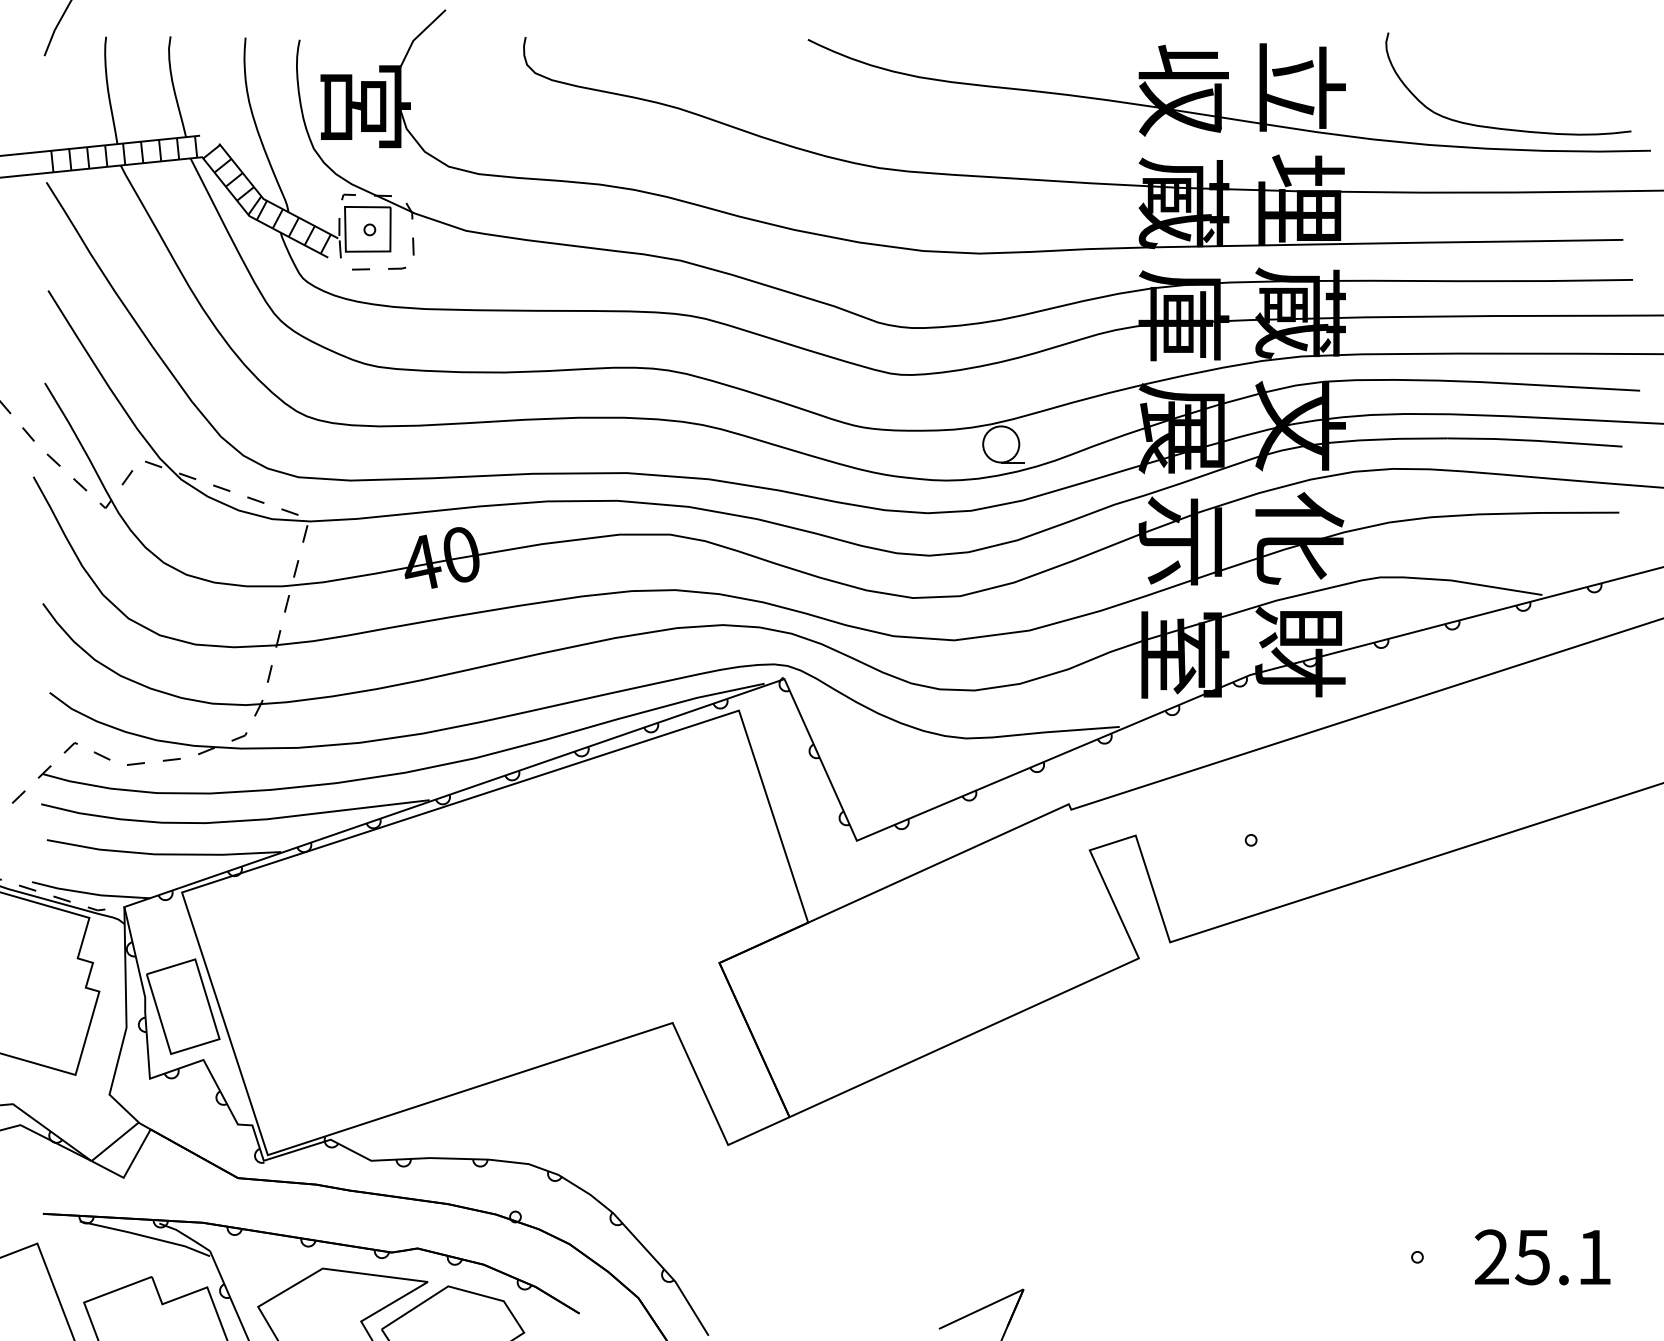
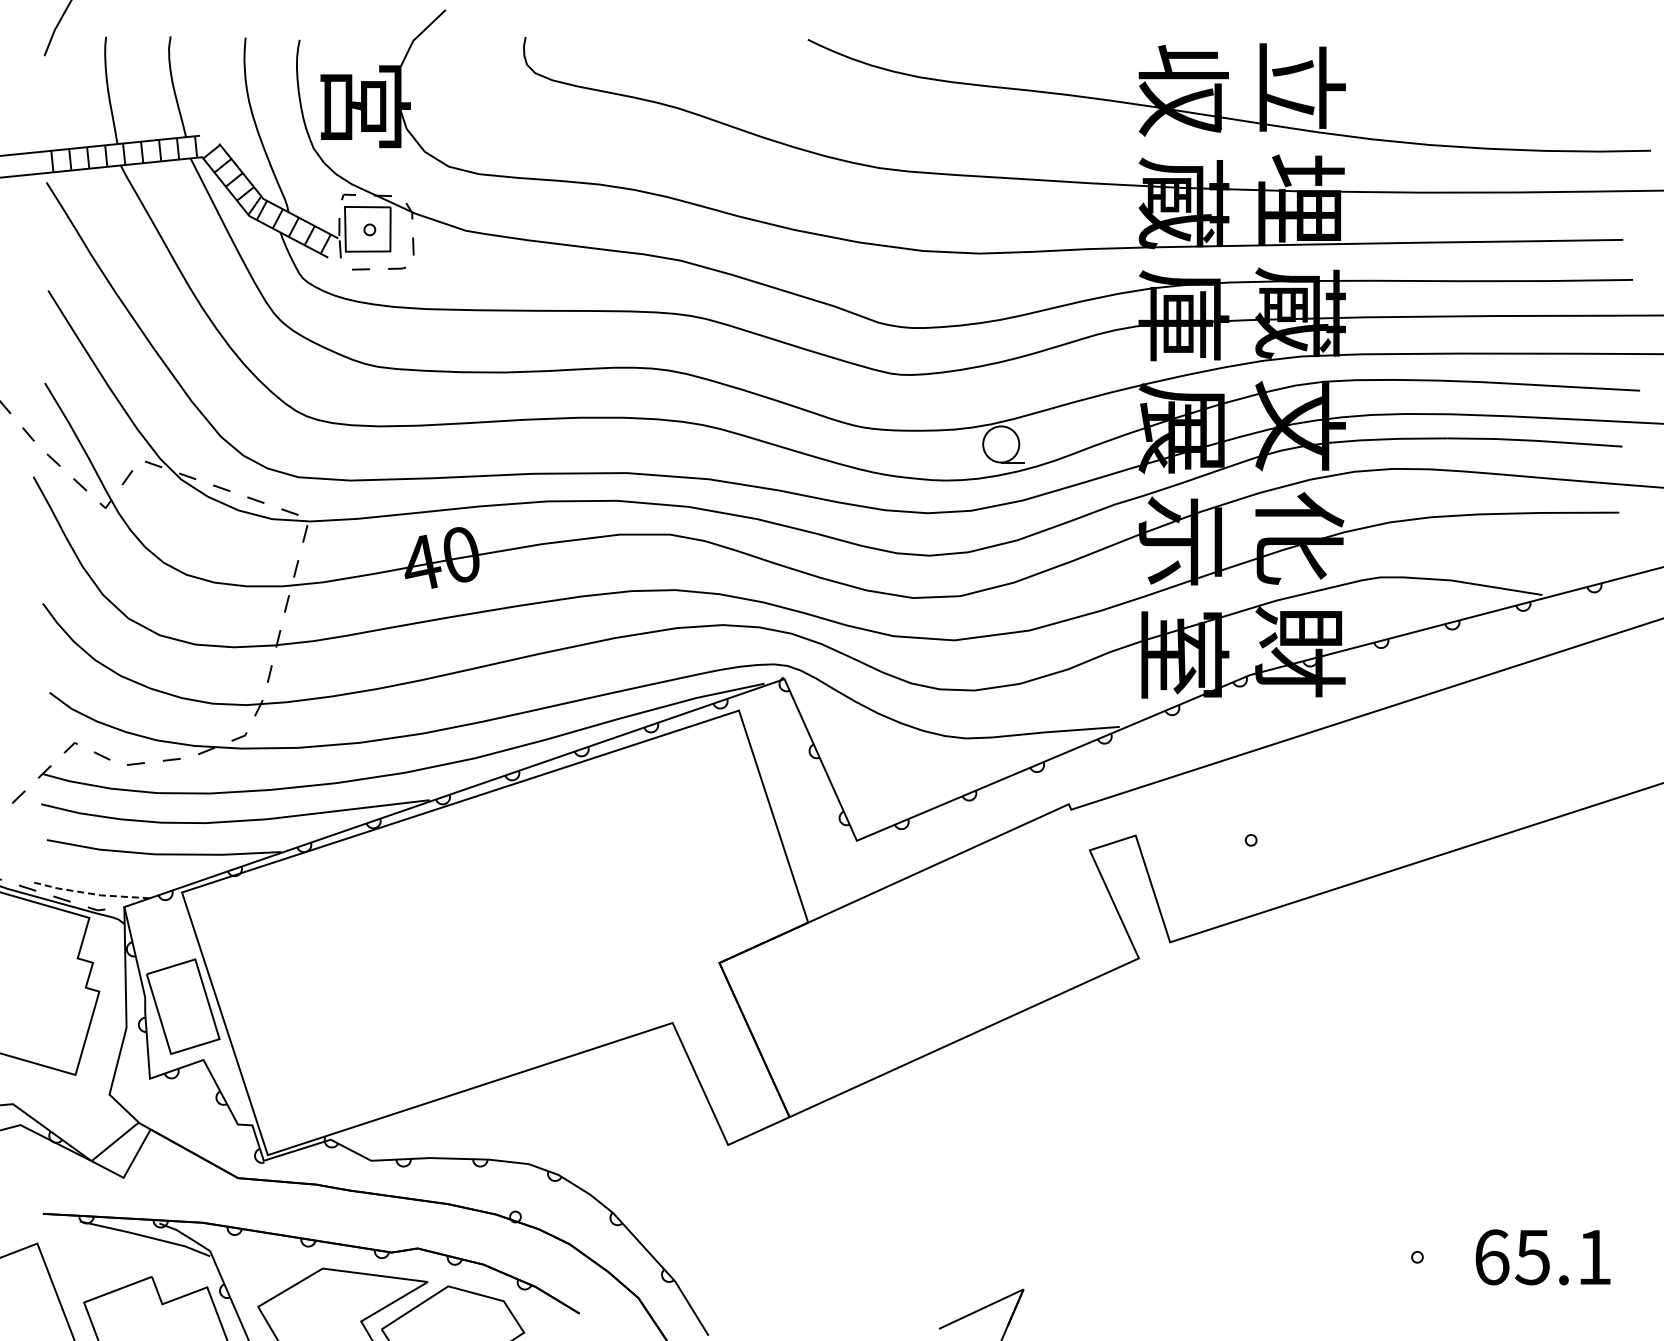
part at (1499, 127): present -> none
line at (90, 893): solid -> dashed
text at (1491, 1257): 25.1 -> 65.1
